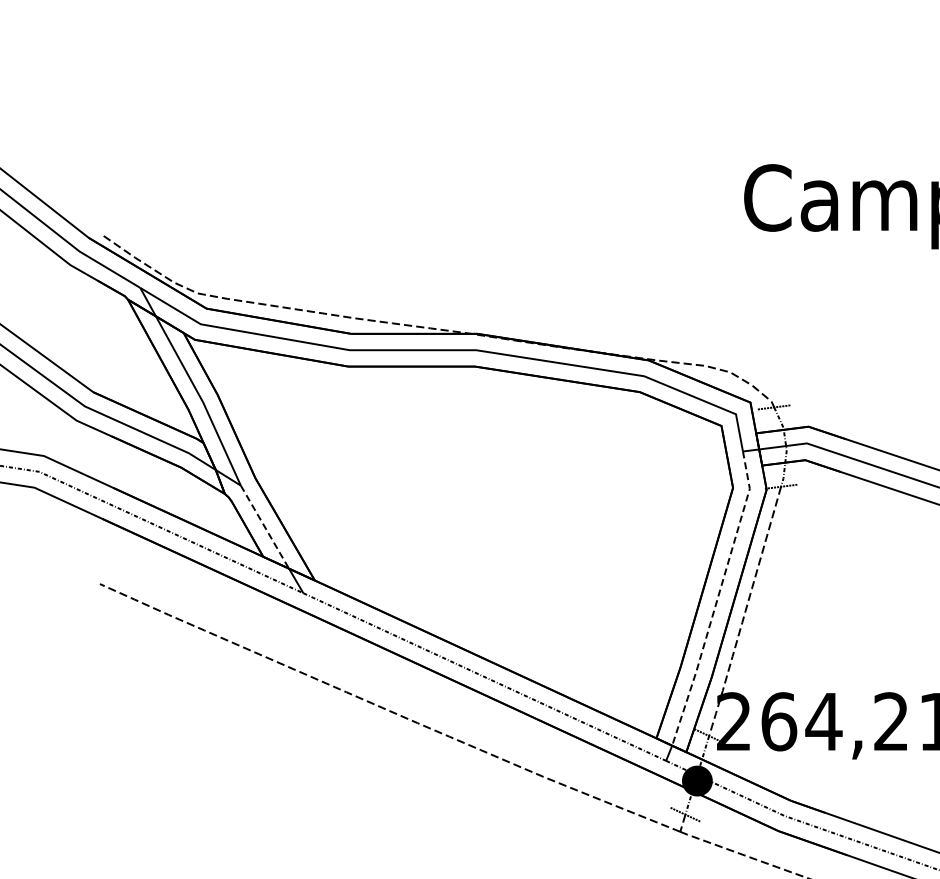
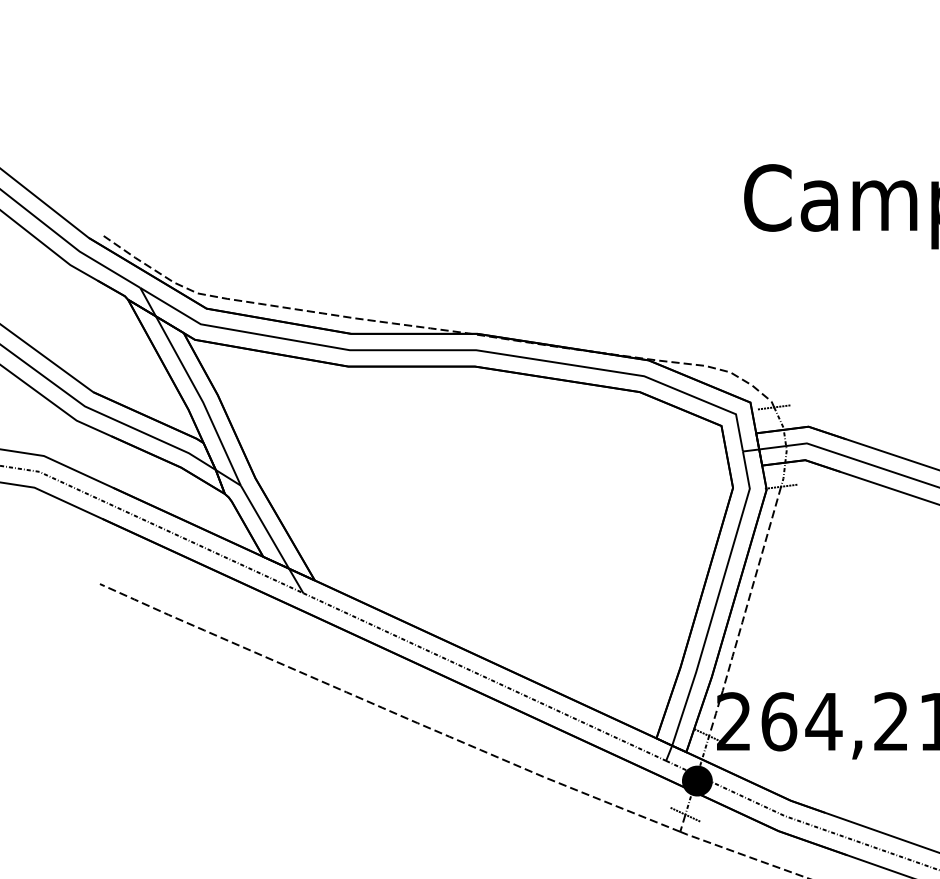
line at (265, 527): dashed -> solid
line at (717, 599): dashed -> solid
